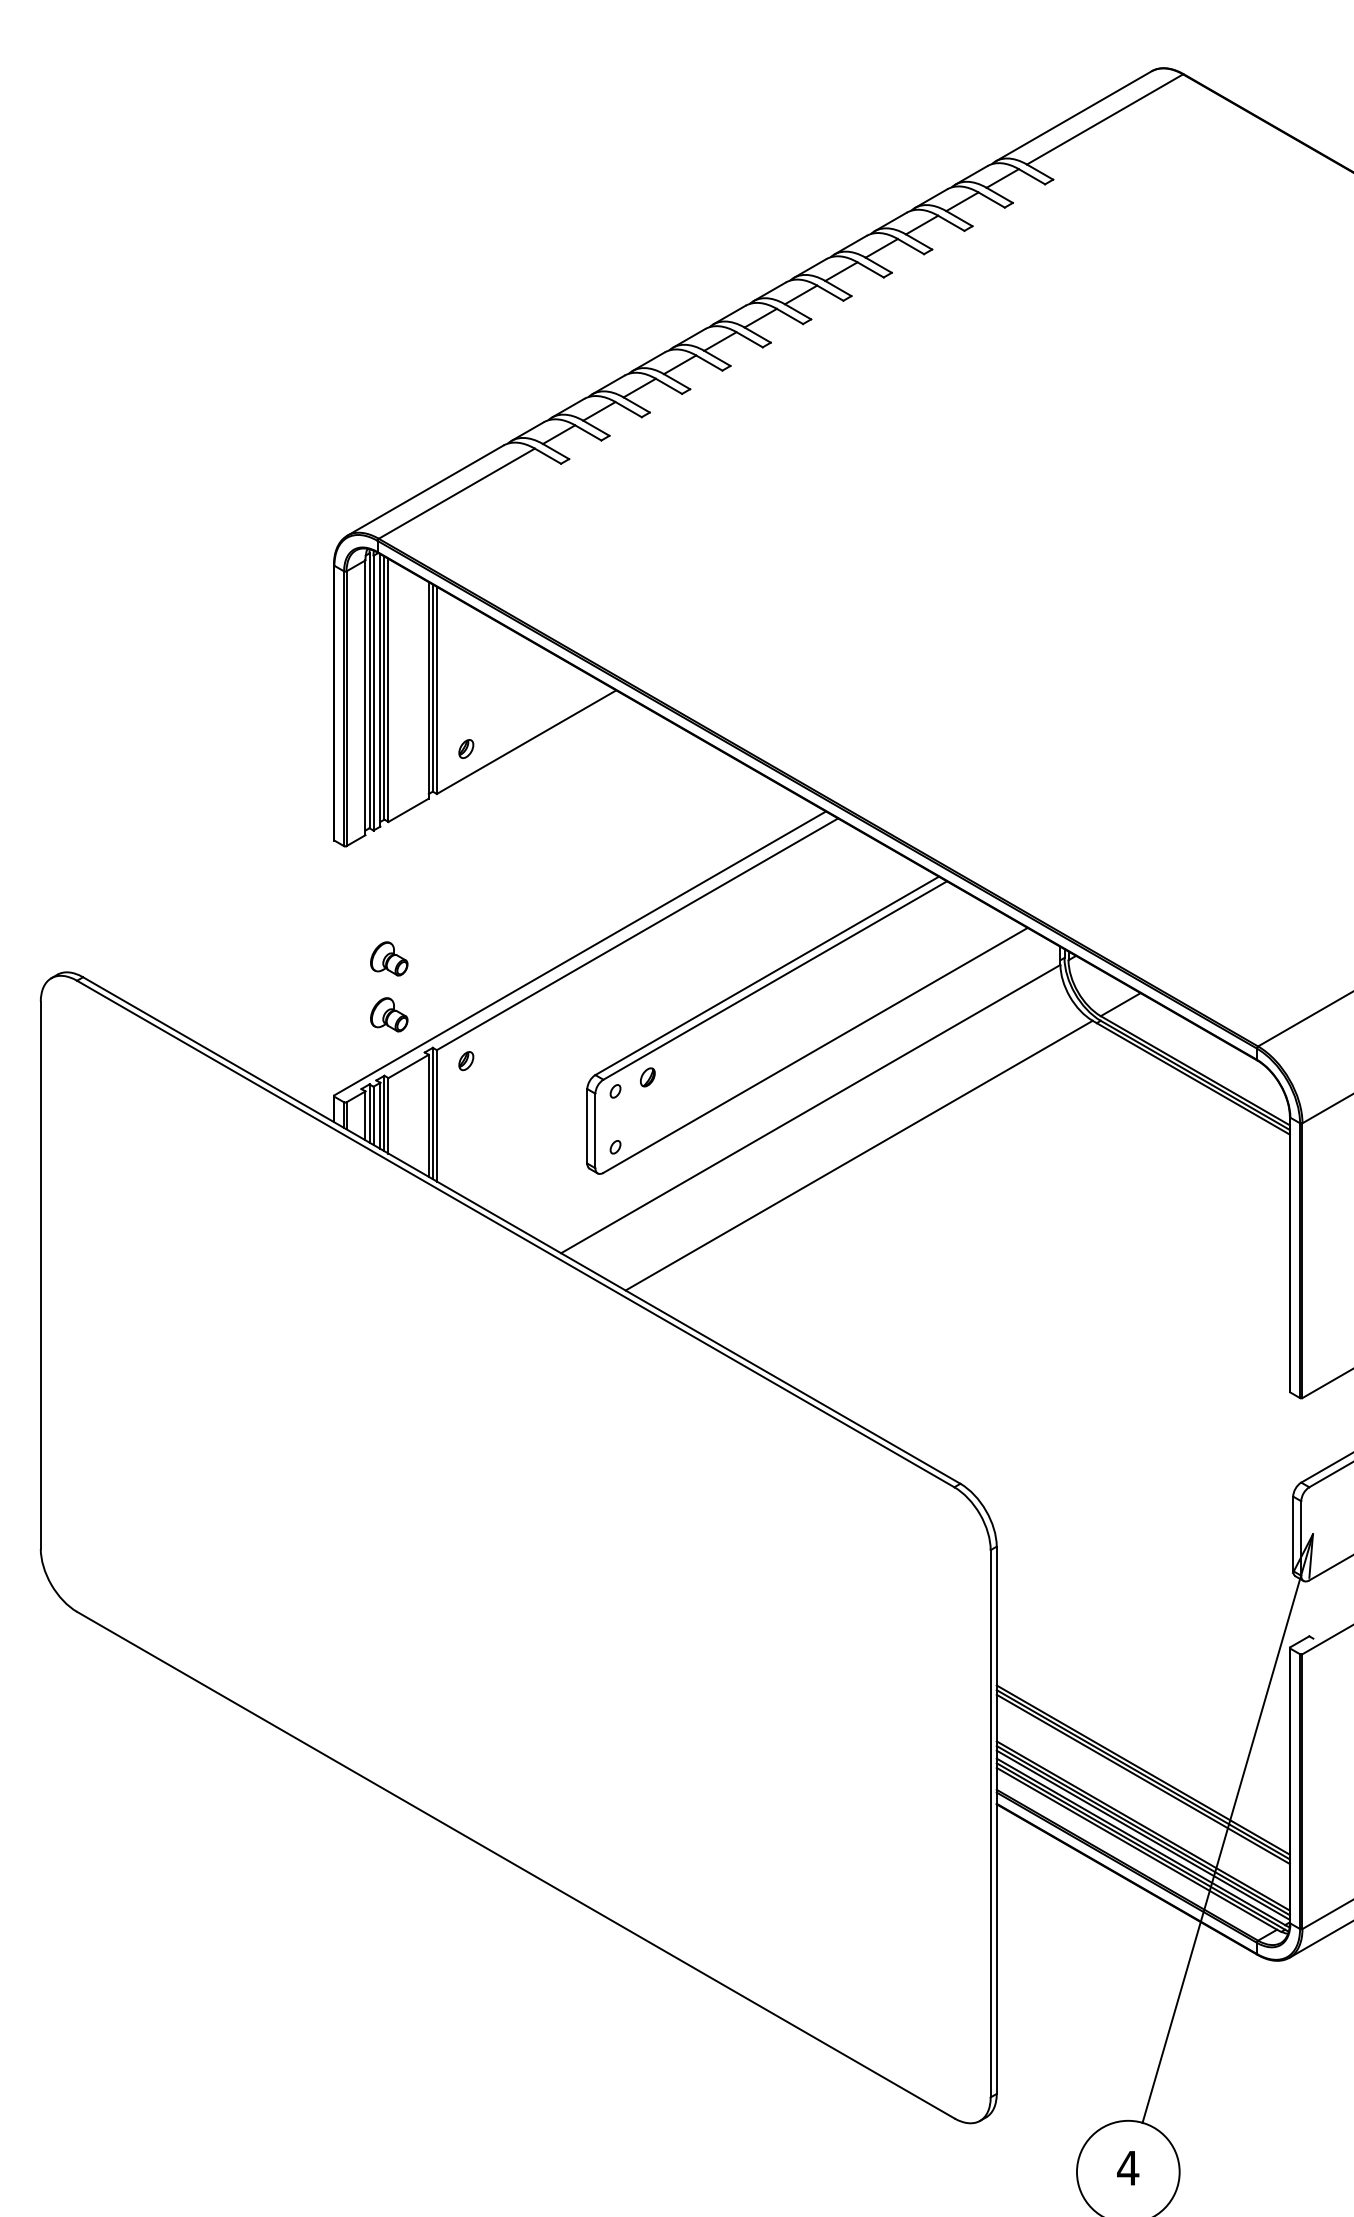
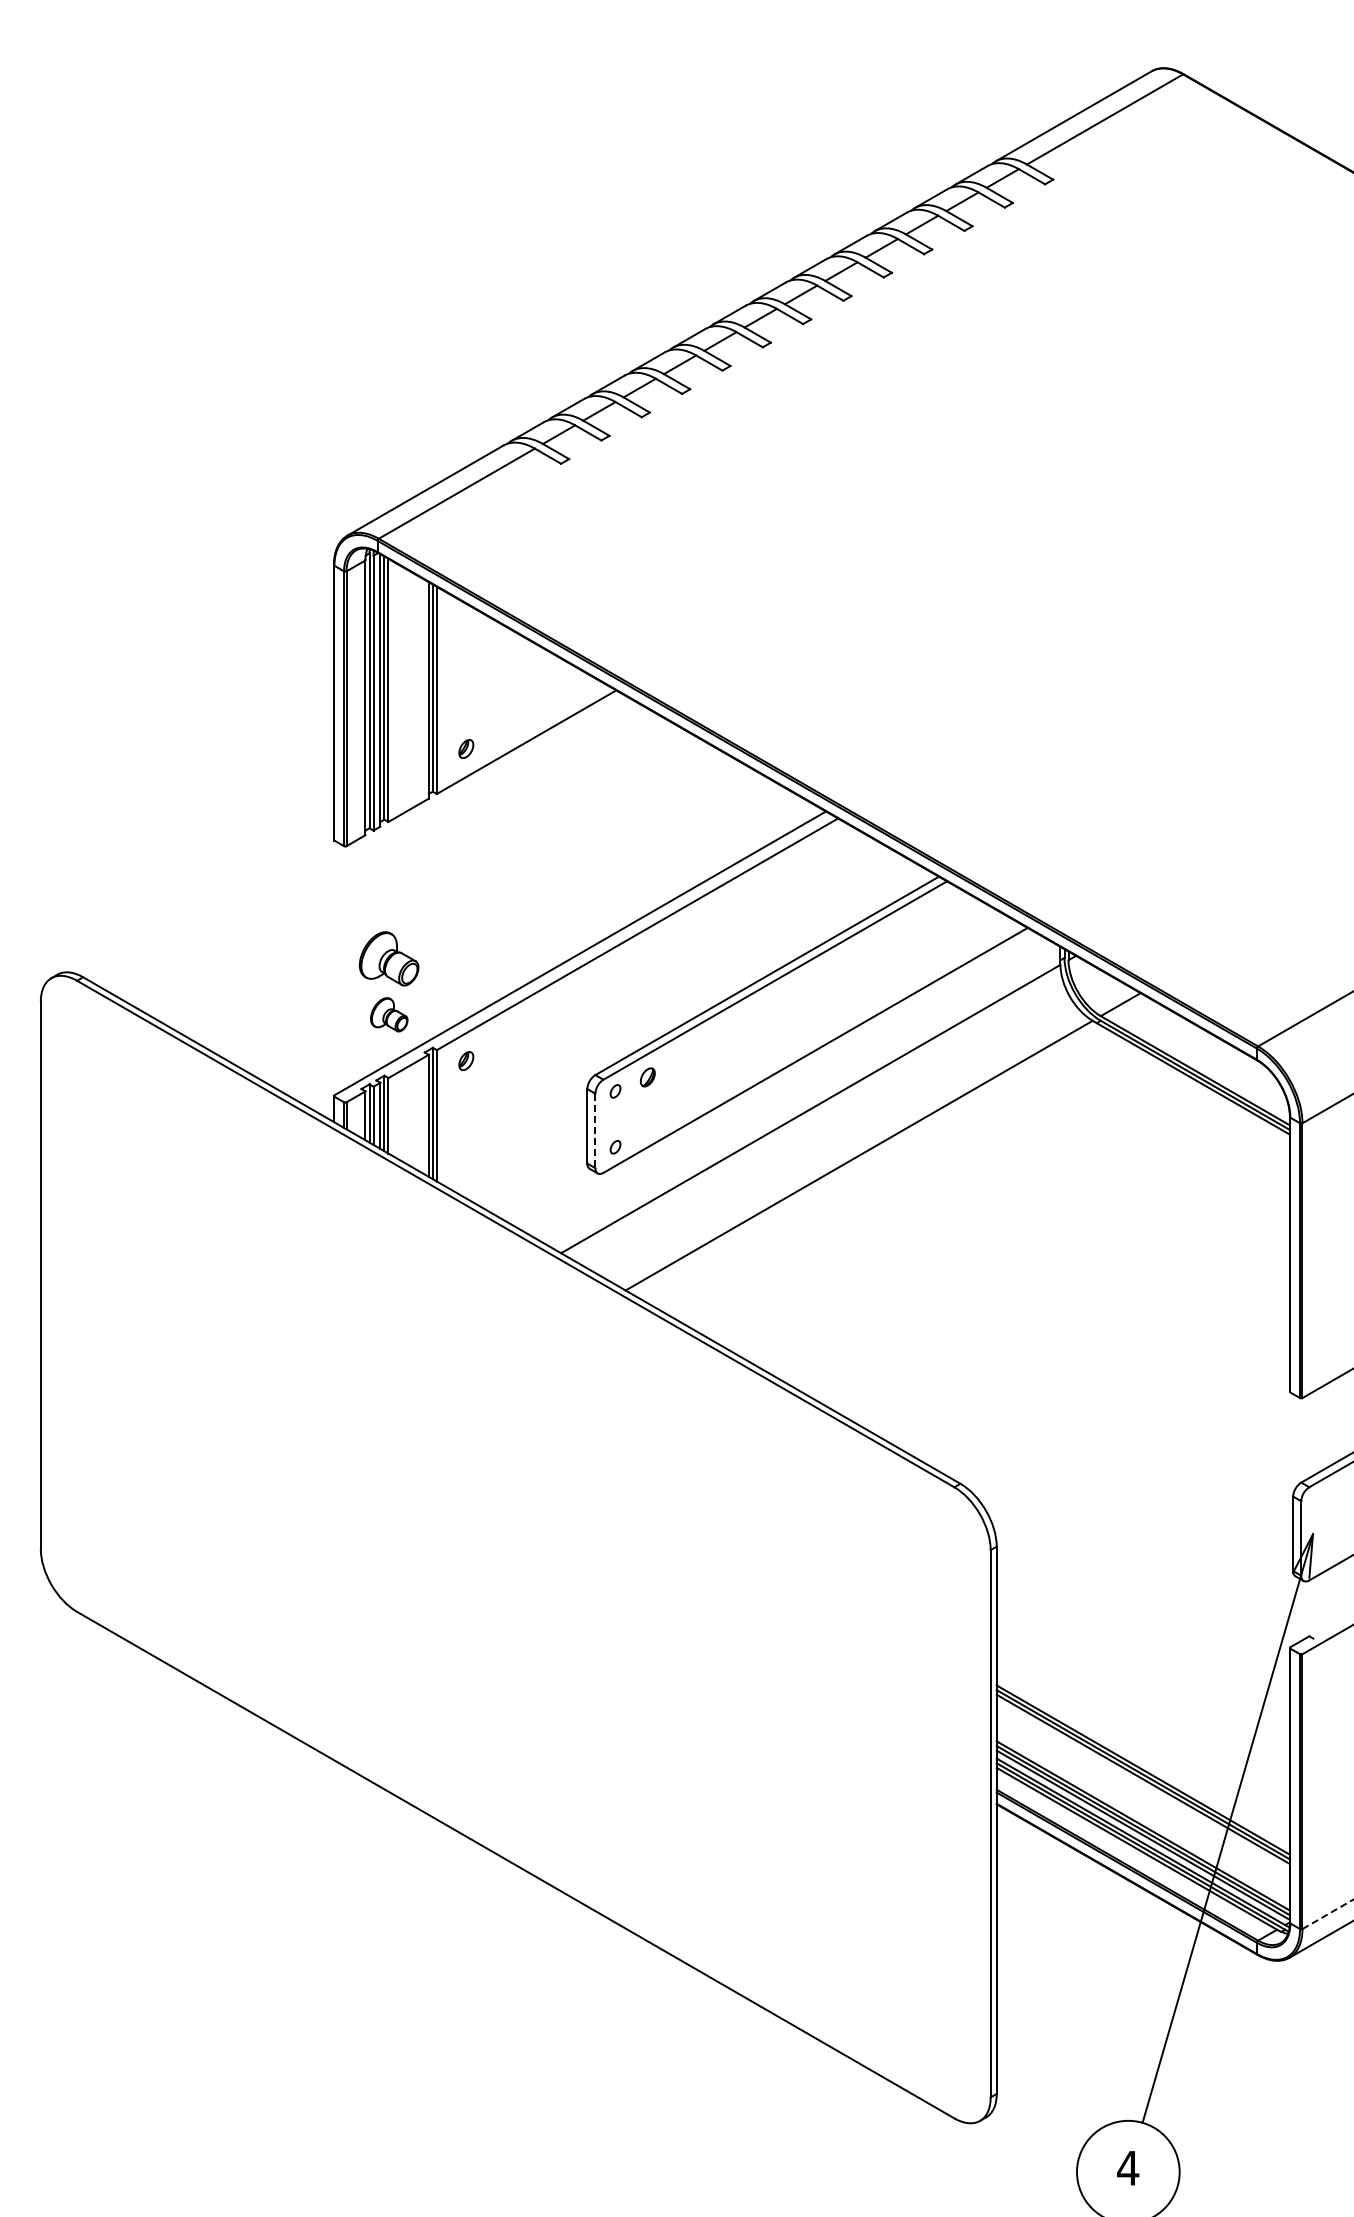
part at (389, 958) size: 39x36 px -> 61x56 px
line at (595, 1131): solid -> dashed
line at (1328, 1914): solid -> dashed
